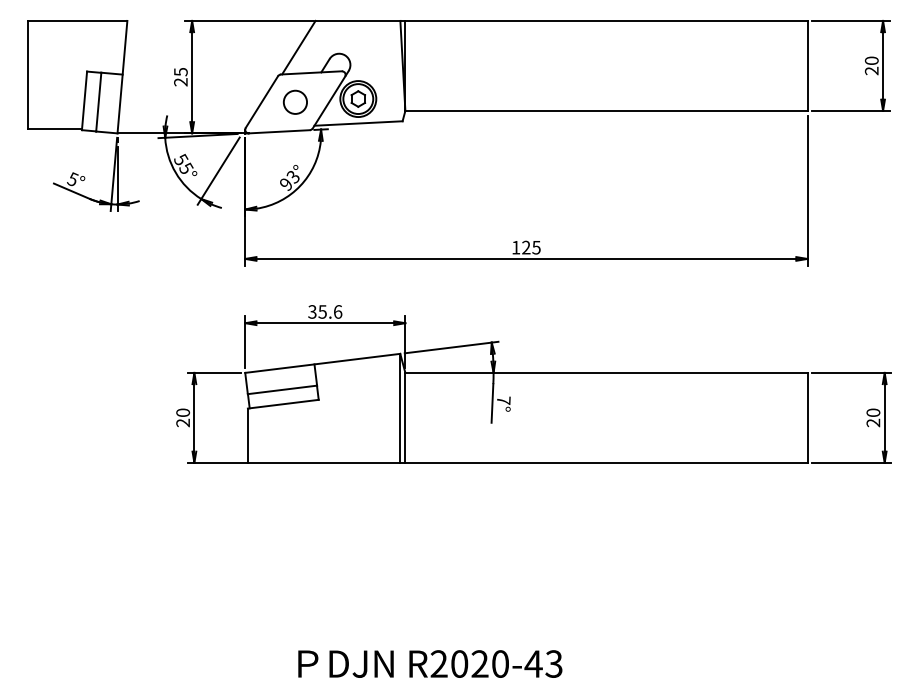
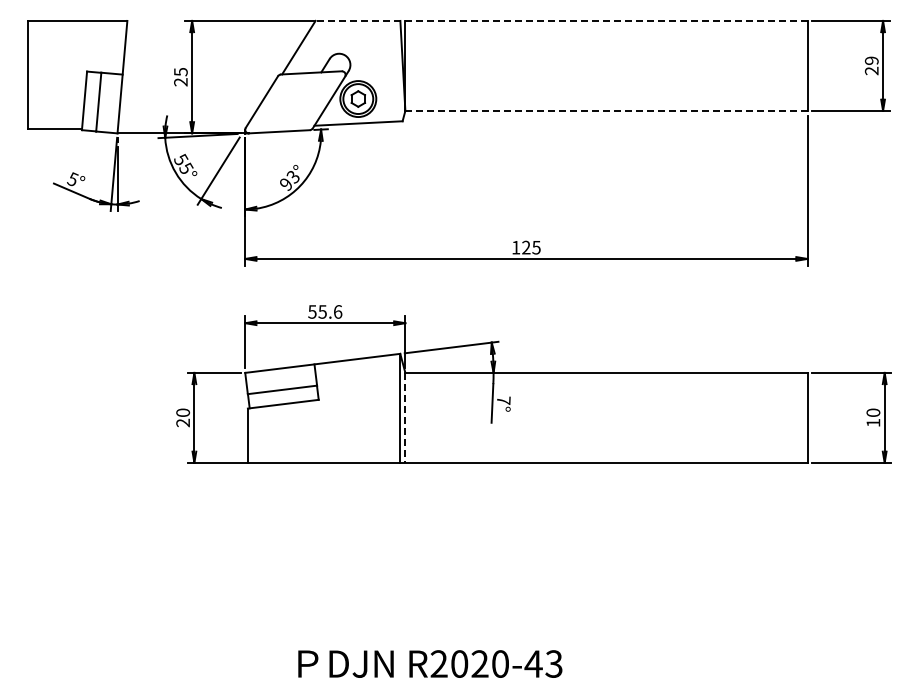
line at (561, 20): solid -> dashed
text at (871, 60): 20 -> 29
circle at (294, 101): present -> none
line at (605, 110): solid -> dashed
text at (312, 311): 35.6 -> 55.6
line at (405, 417): solid -> dashed
text at (873, 422): 20 -> 10
